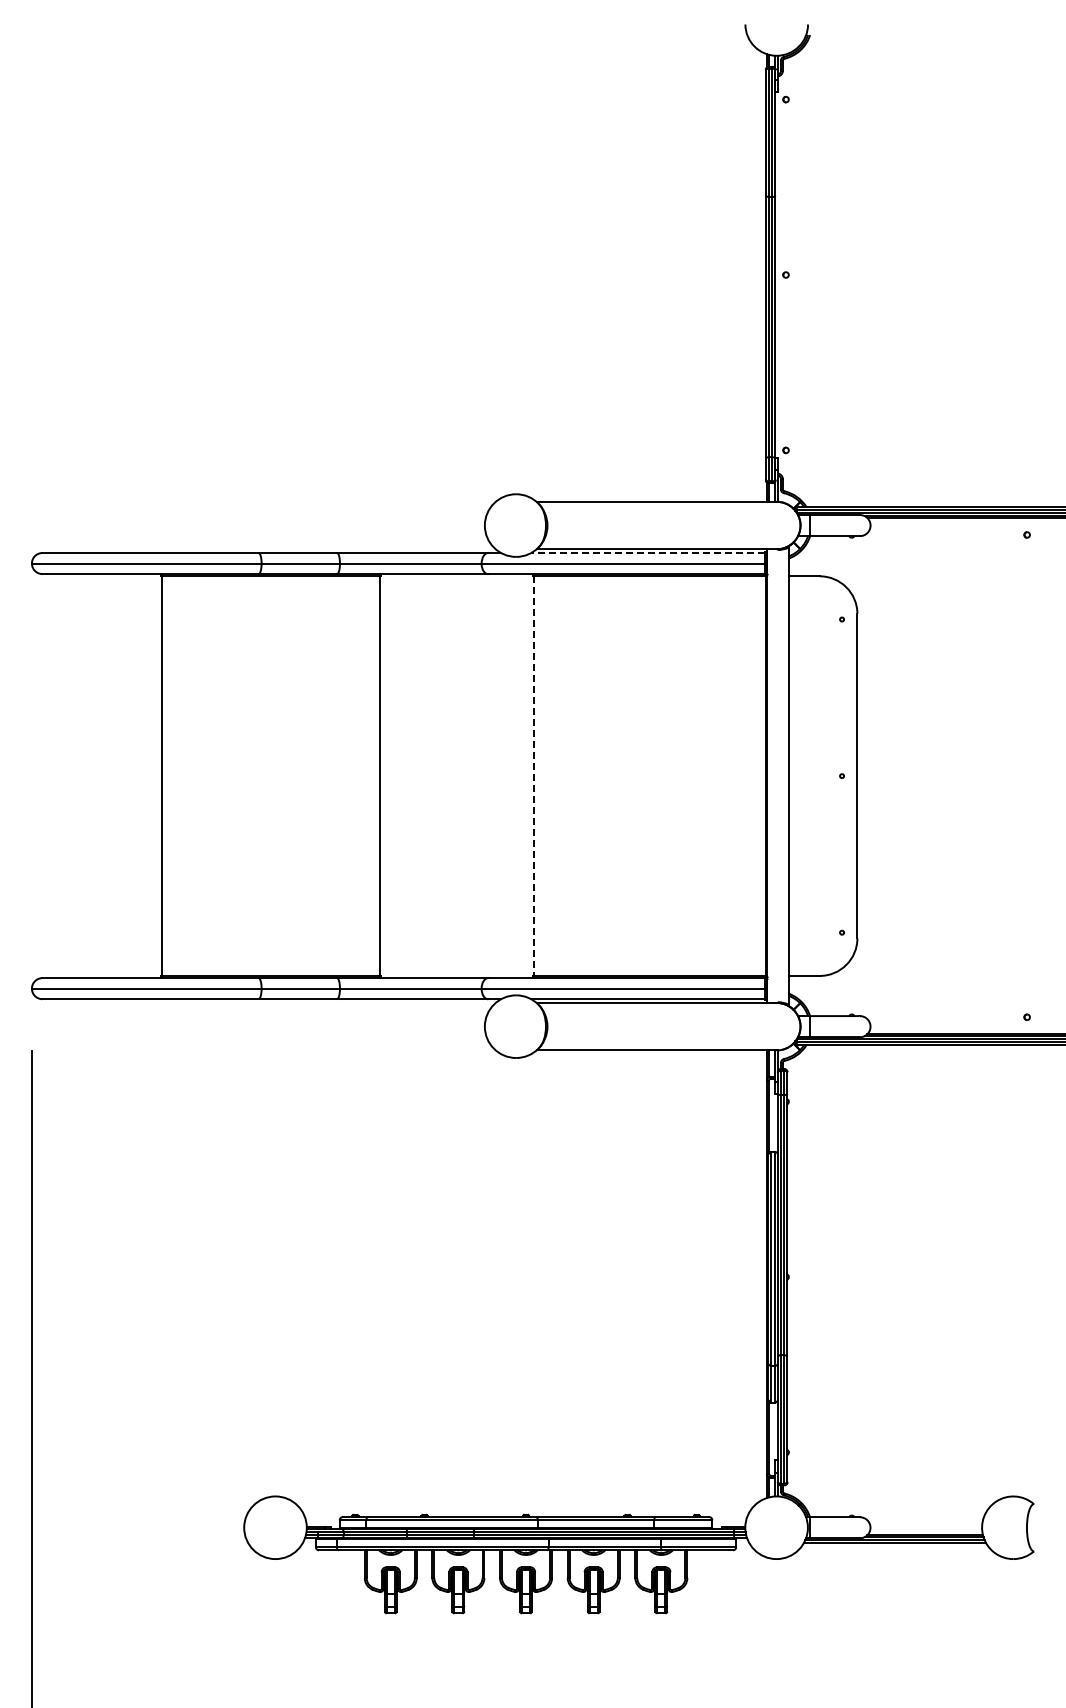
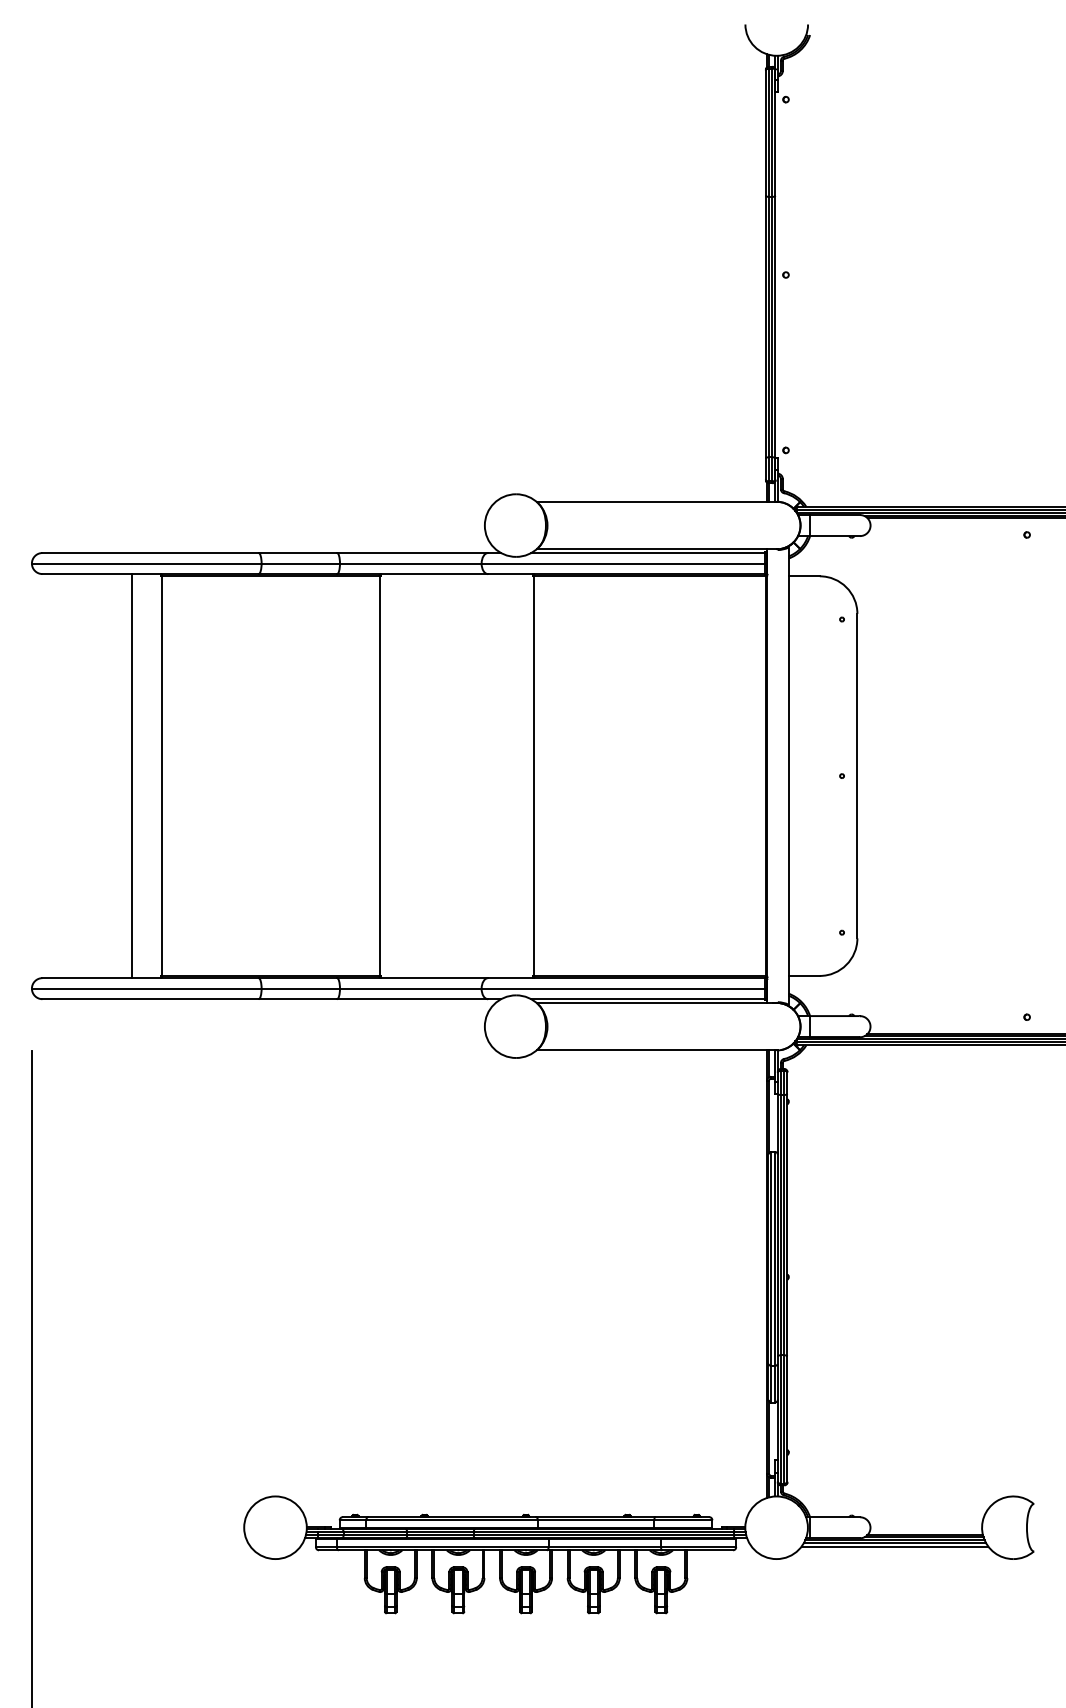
line at (647, 553): dashed -> solid
line at (131, 776): none -> present
line at (534, 776): dashed -> solid
line at (894, 1546): none -> present
